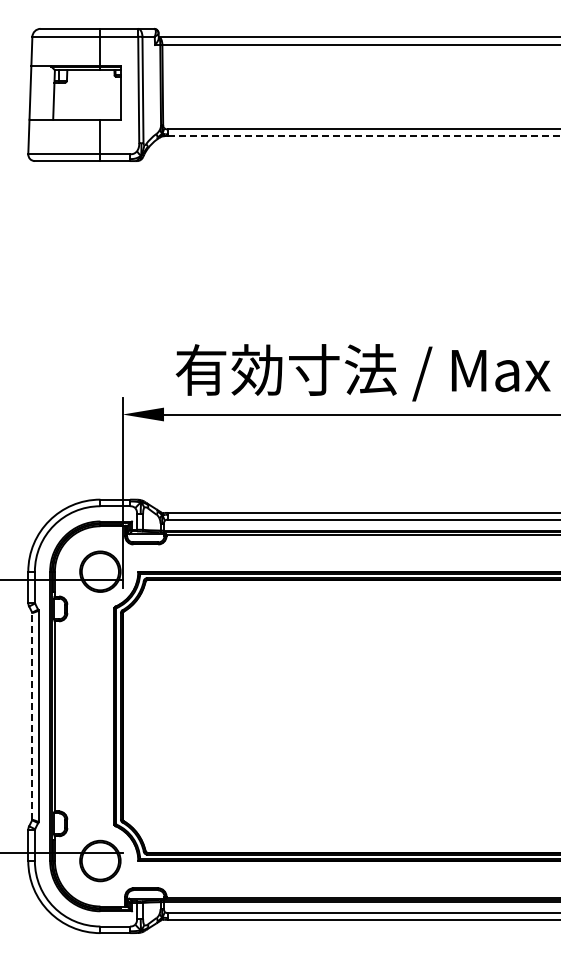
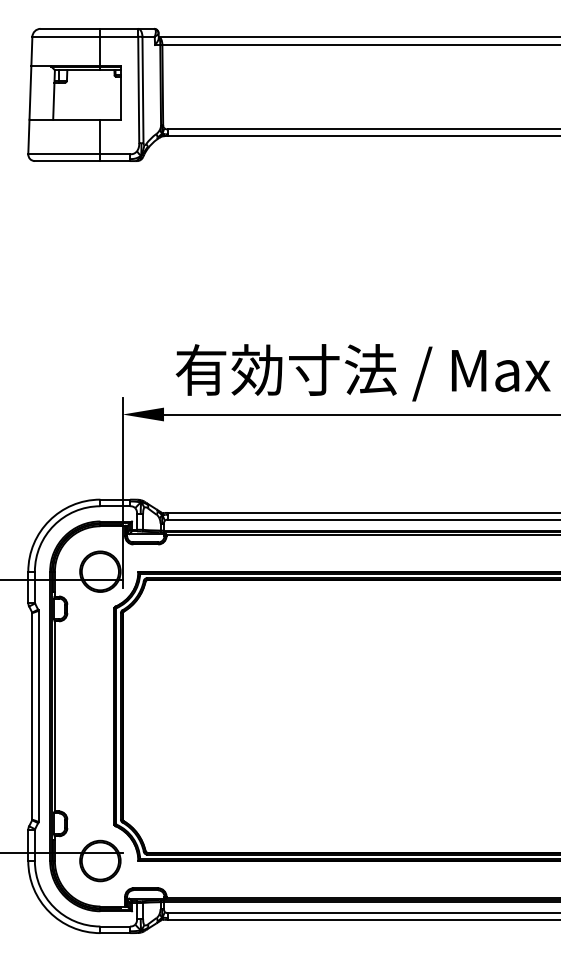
line at (364, 136): dashed -> solid
line at (32, 715): dashed -> solid
